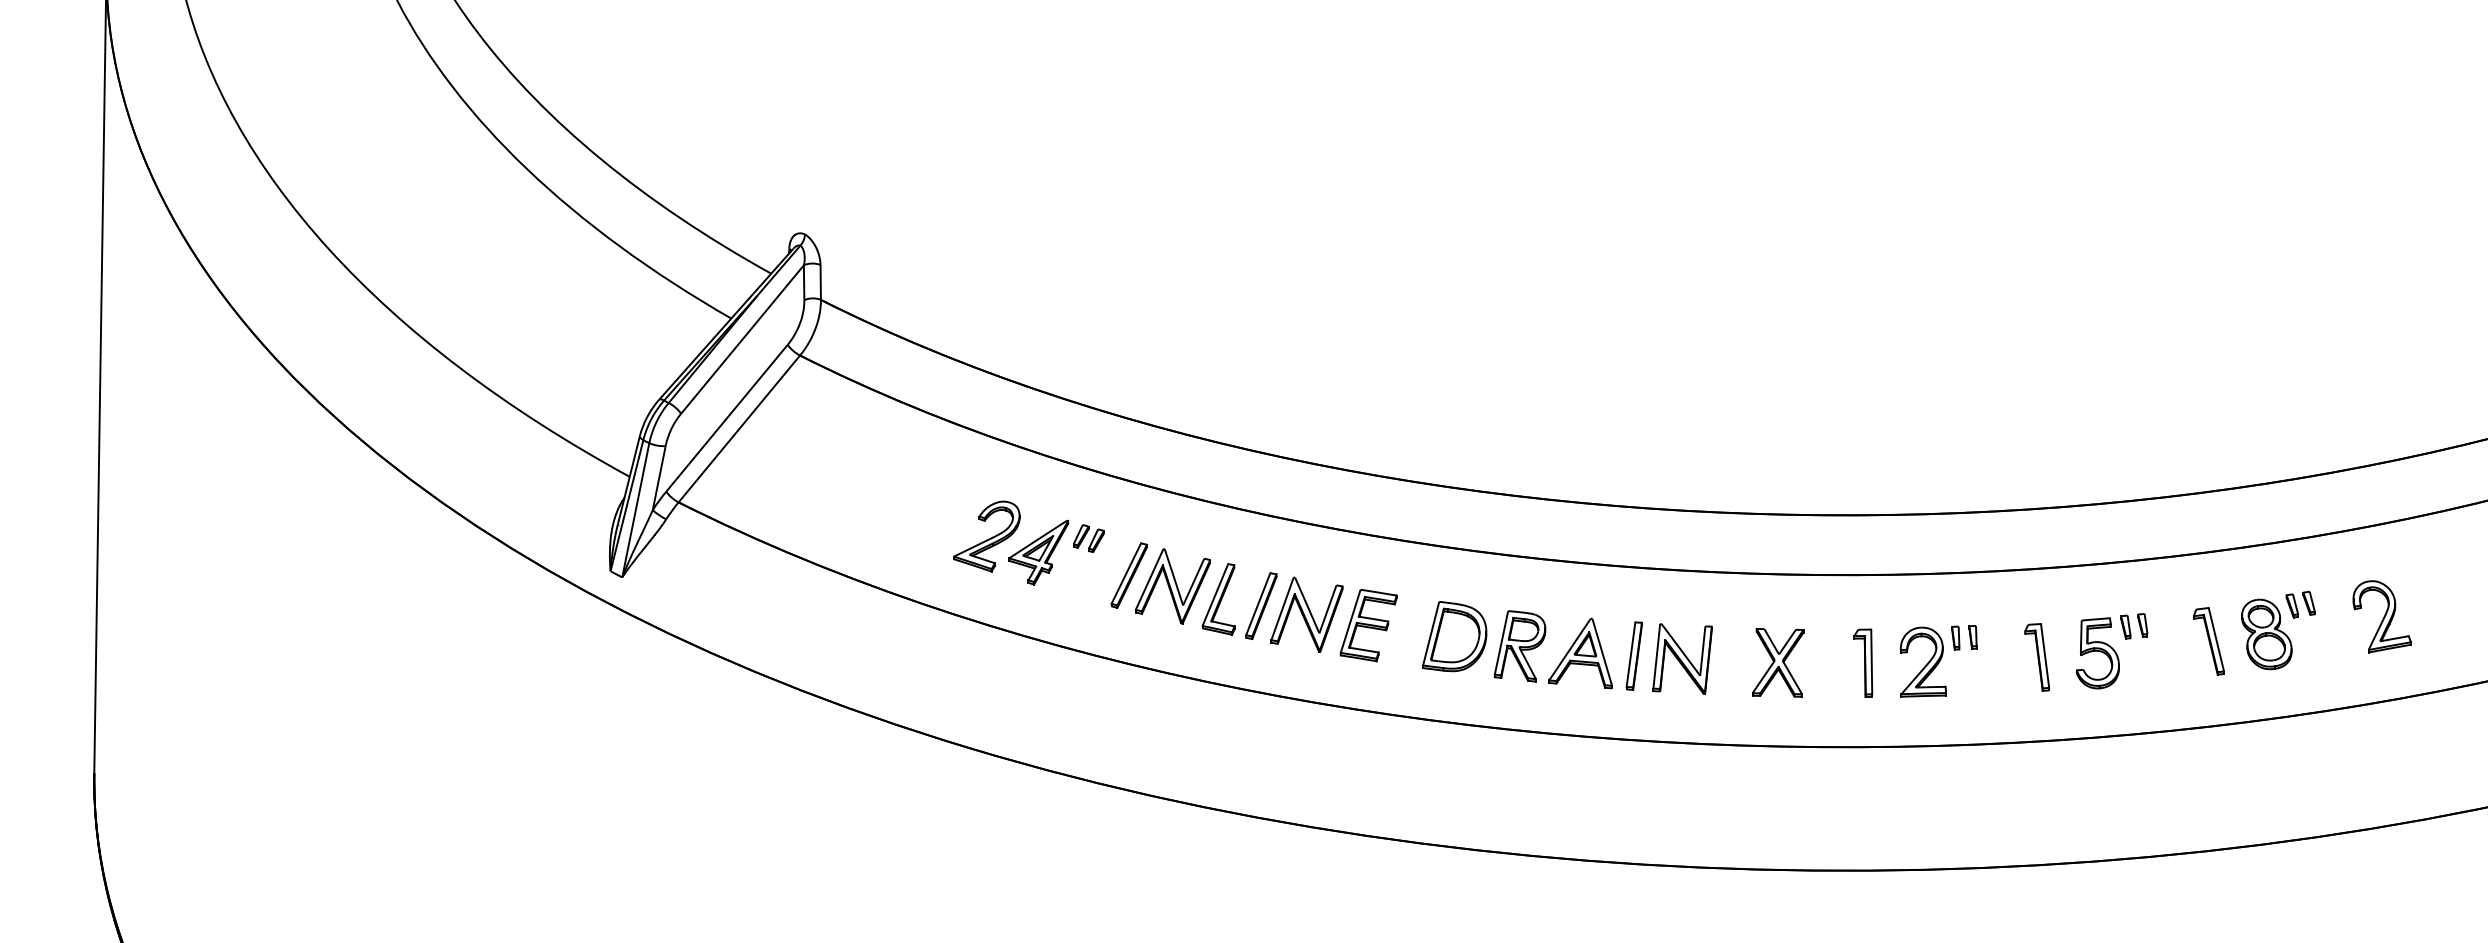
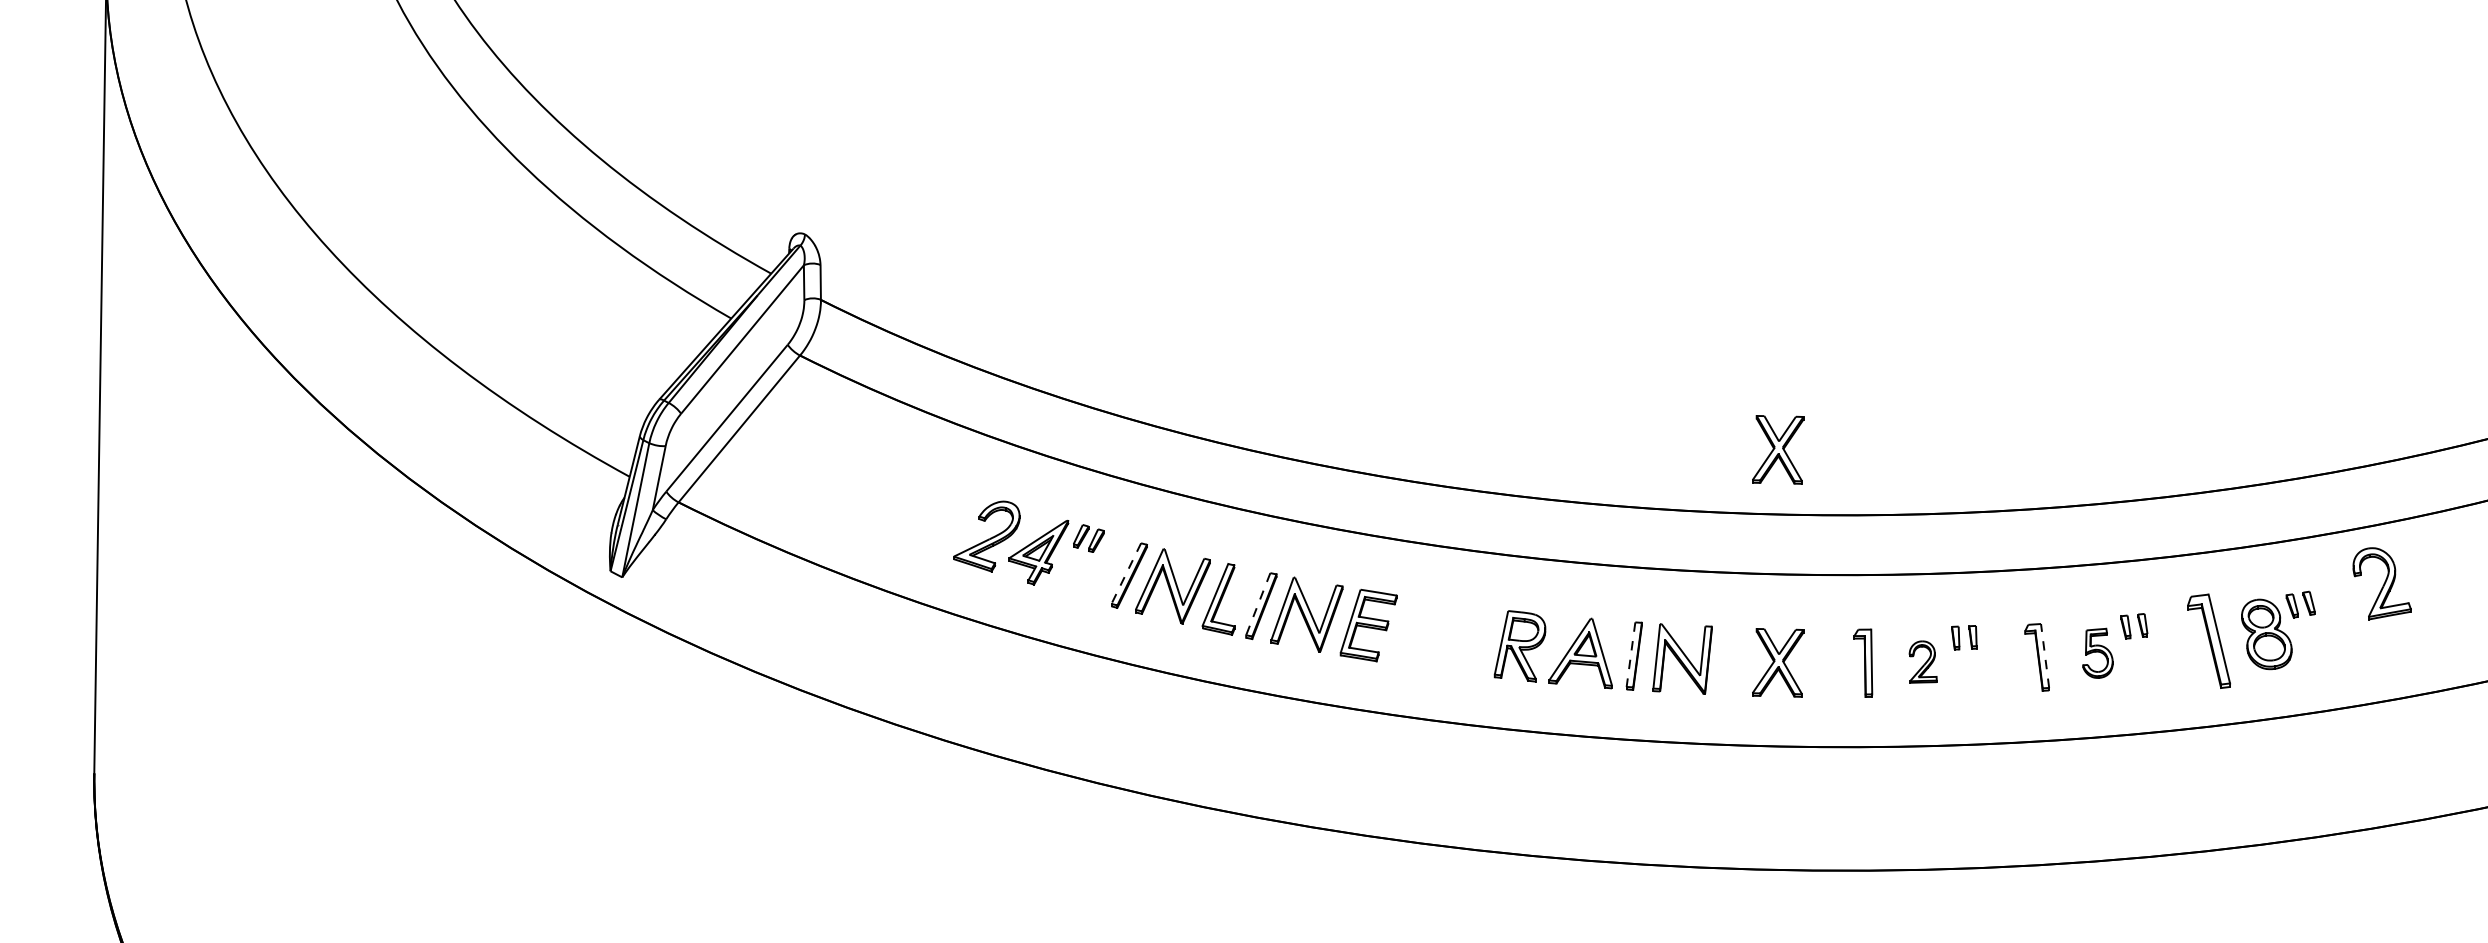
part at (1778, 449): none -> present
line at (1126, 573): solid -> dashed
line at (1258, 604): solid -> dashed
part at (2381, 616) position: (2381, 616) -> (2381, 583)
part at (1454, 636): present -> none
part at (2208, 641) size: 32x69 px -> 44x96 px
part at (2097, 653) size: 44x73 px -> 32x52 px
line at (1631, 654): solid -> dashed
line at (2045, 655): solid -> dashed
part at (1922, 661) size: 48x72 px -> 30x44 px
